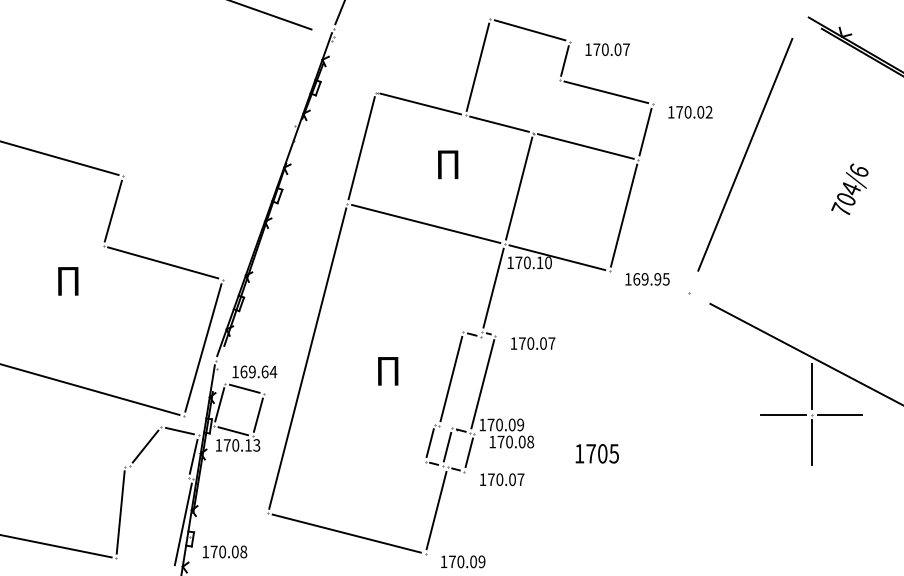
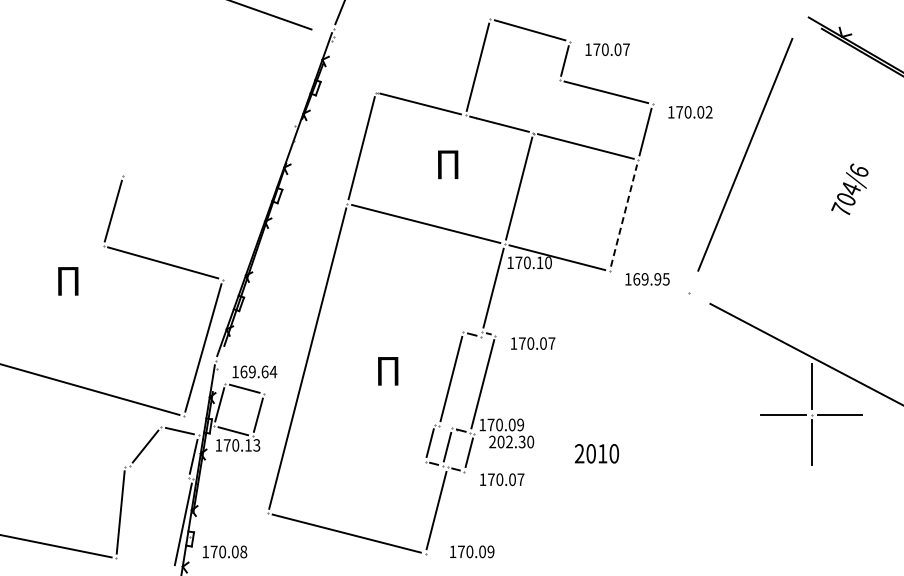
line at (60, 157): present -> none
line at (624, 215): solid -> dashed
text at (511, 441): 170.08 -> 202.30
text at (596, 453): 1705 -> 2010
text at (463, 561) position: (463, 561) -> (472, 551)
